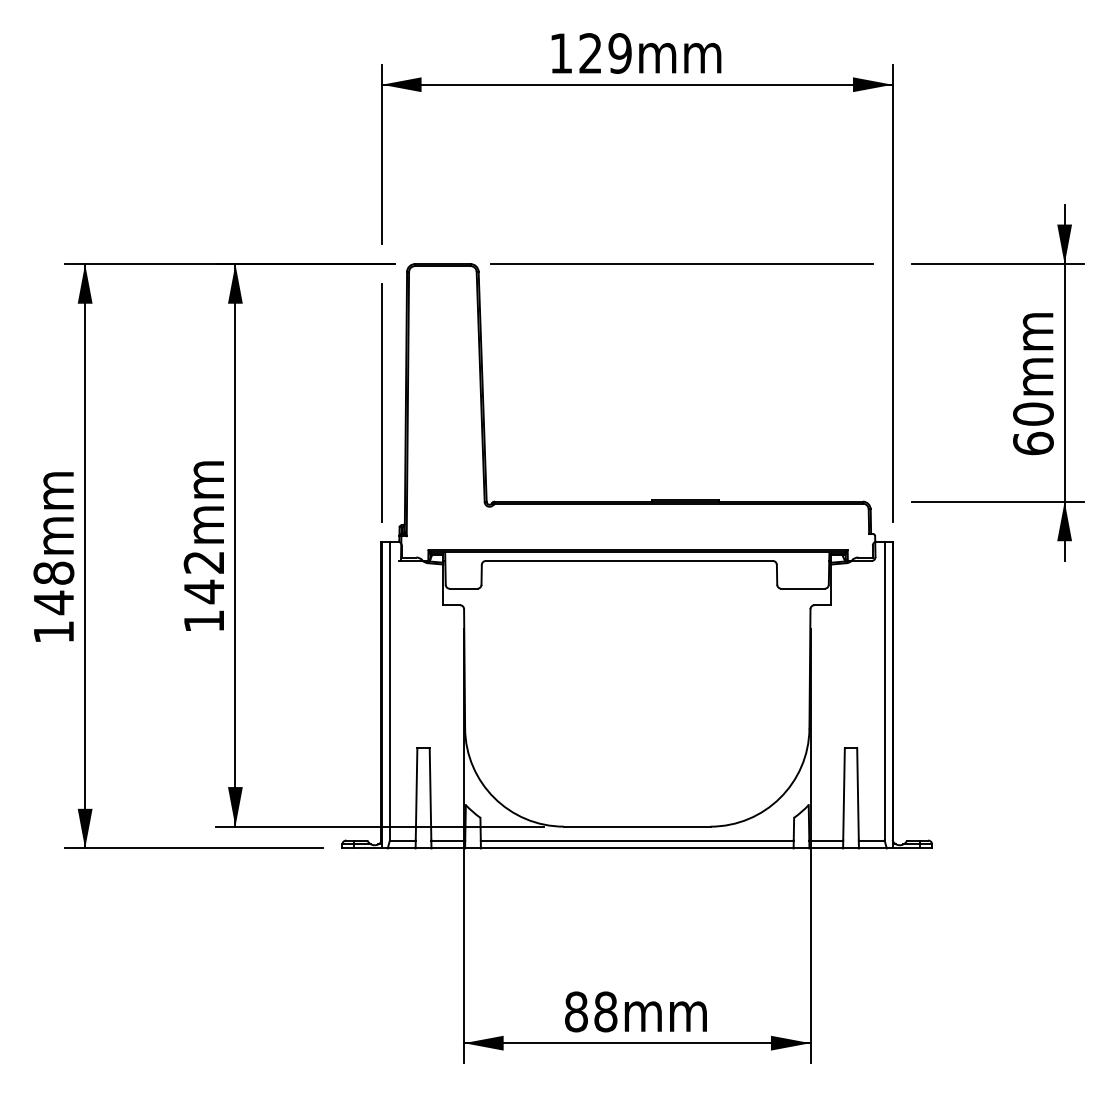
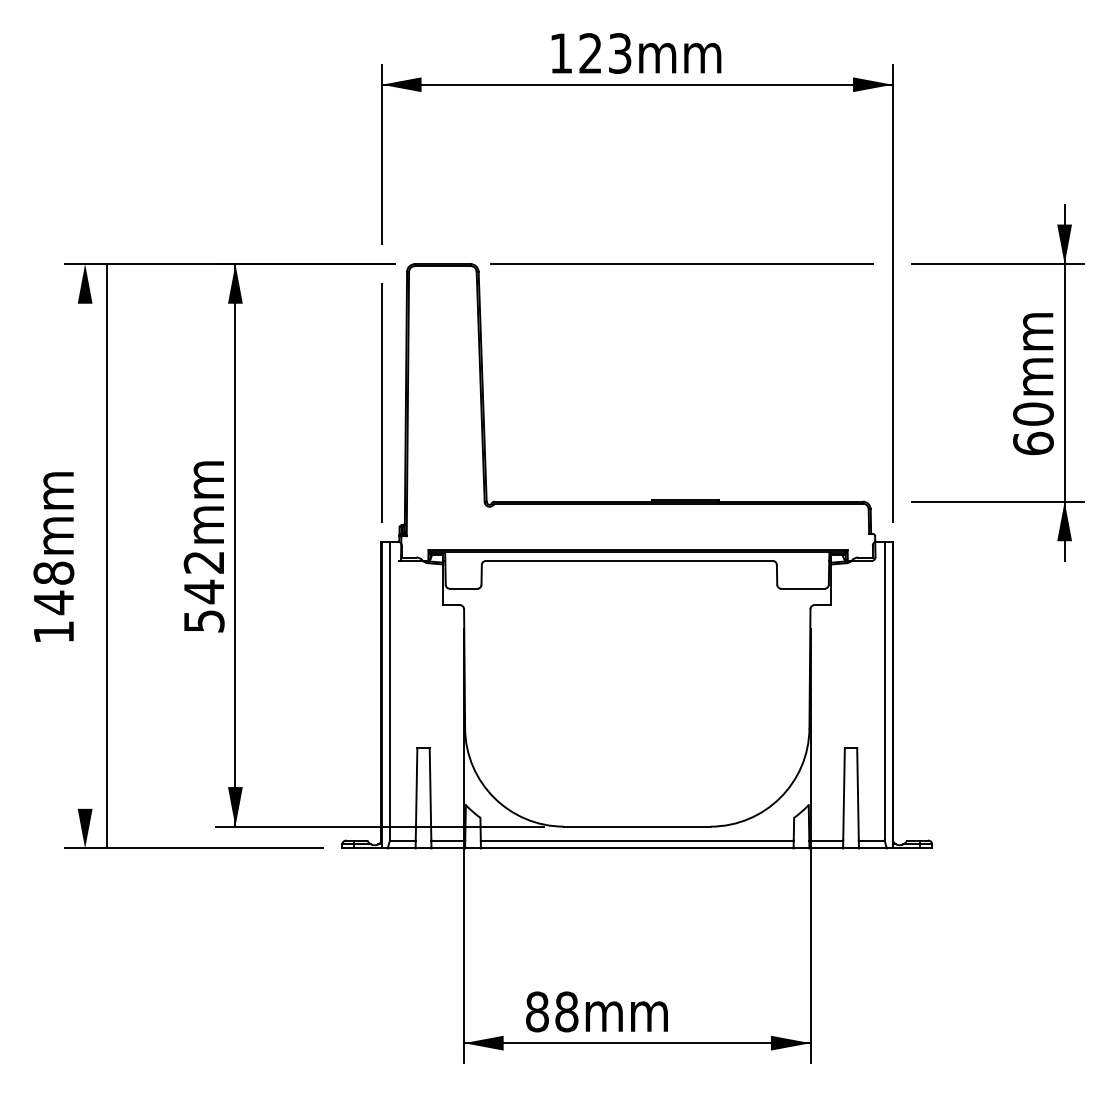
text at (619, 53): 129mm -> 123mm
line at (85, 556) position: (85, 556) -> (107, 556)
text at (204, 621): 142mm -> 542mm
text at (635, 1011) position: (635, 1011) -> (596, 1011)
